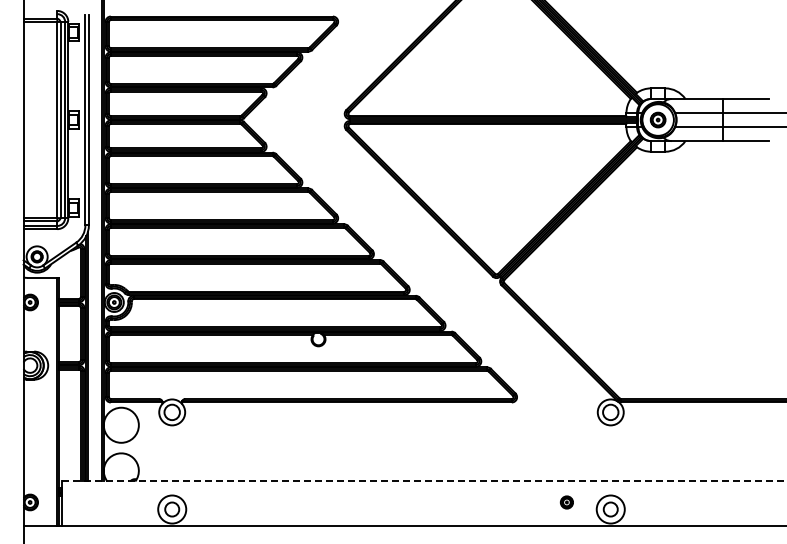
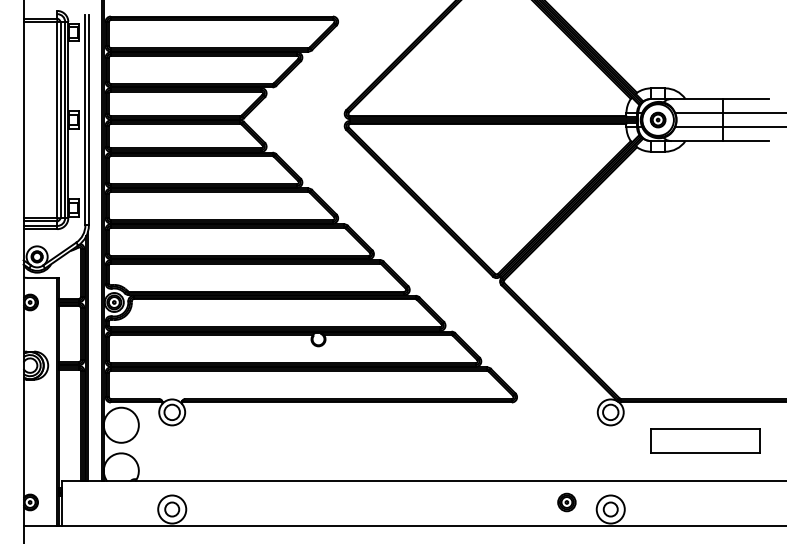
part at (705, 440): none -> present
line at (423, 481): dashed -> solid
part at (566, 502) size: 15x15 px -> 20x21 px
